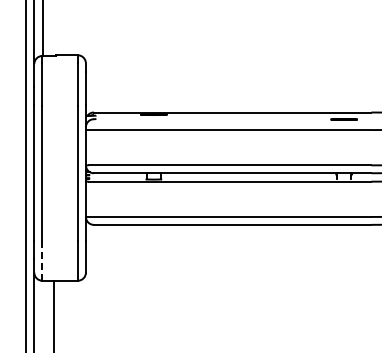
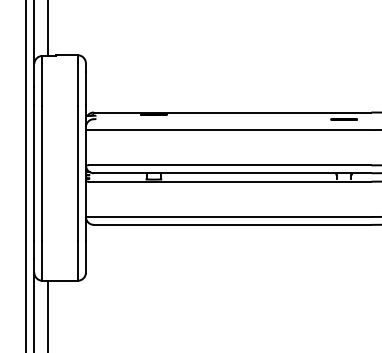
line at (42, 28) position: (42, 28) -> (47, 28)
line at (42, 261): dashed -> solid
line at (53, 314) position: (53, 314) -> (47, 314)
